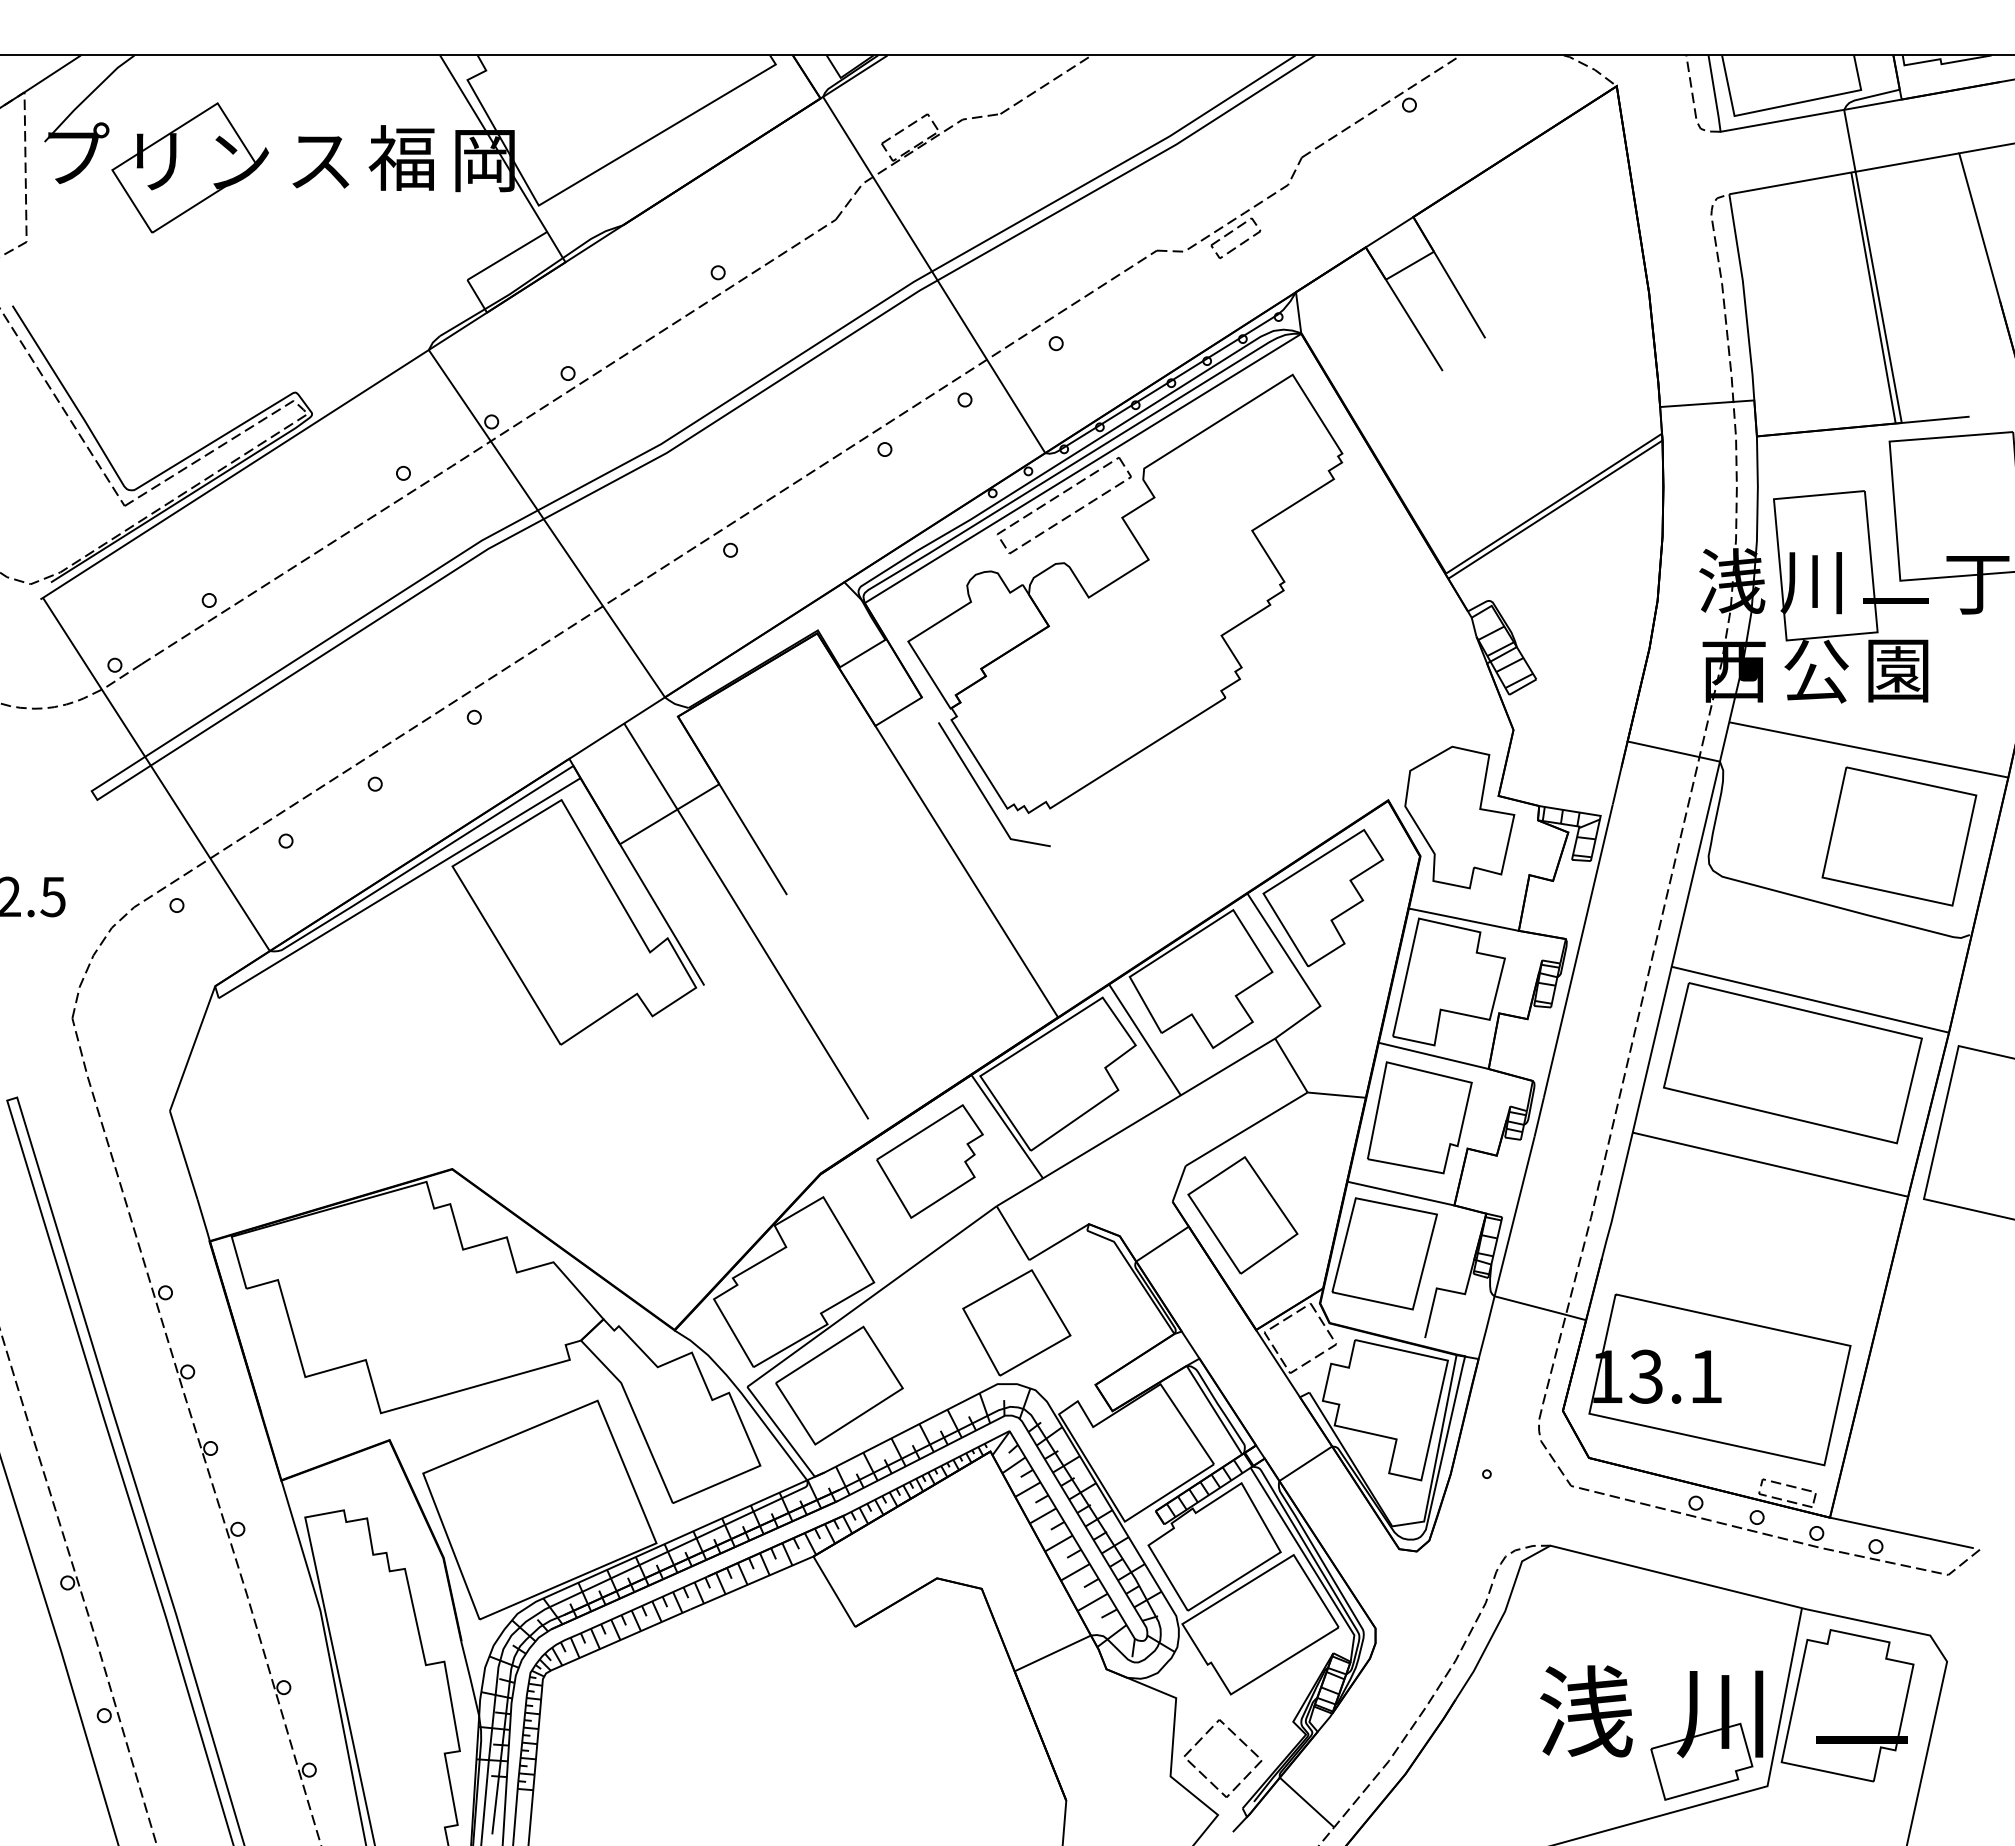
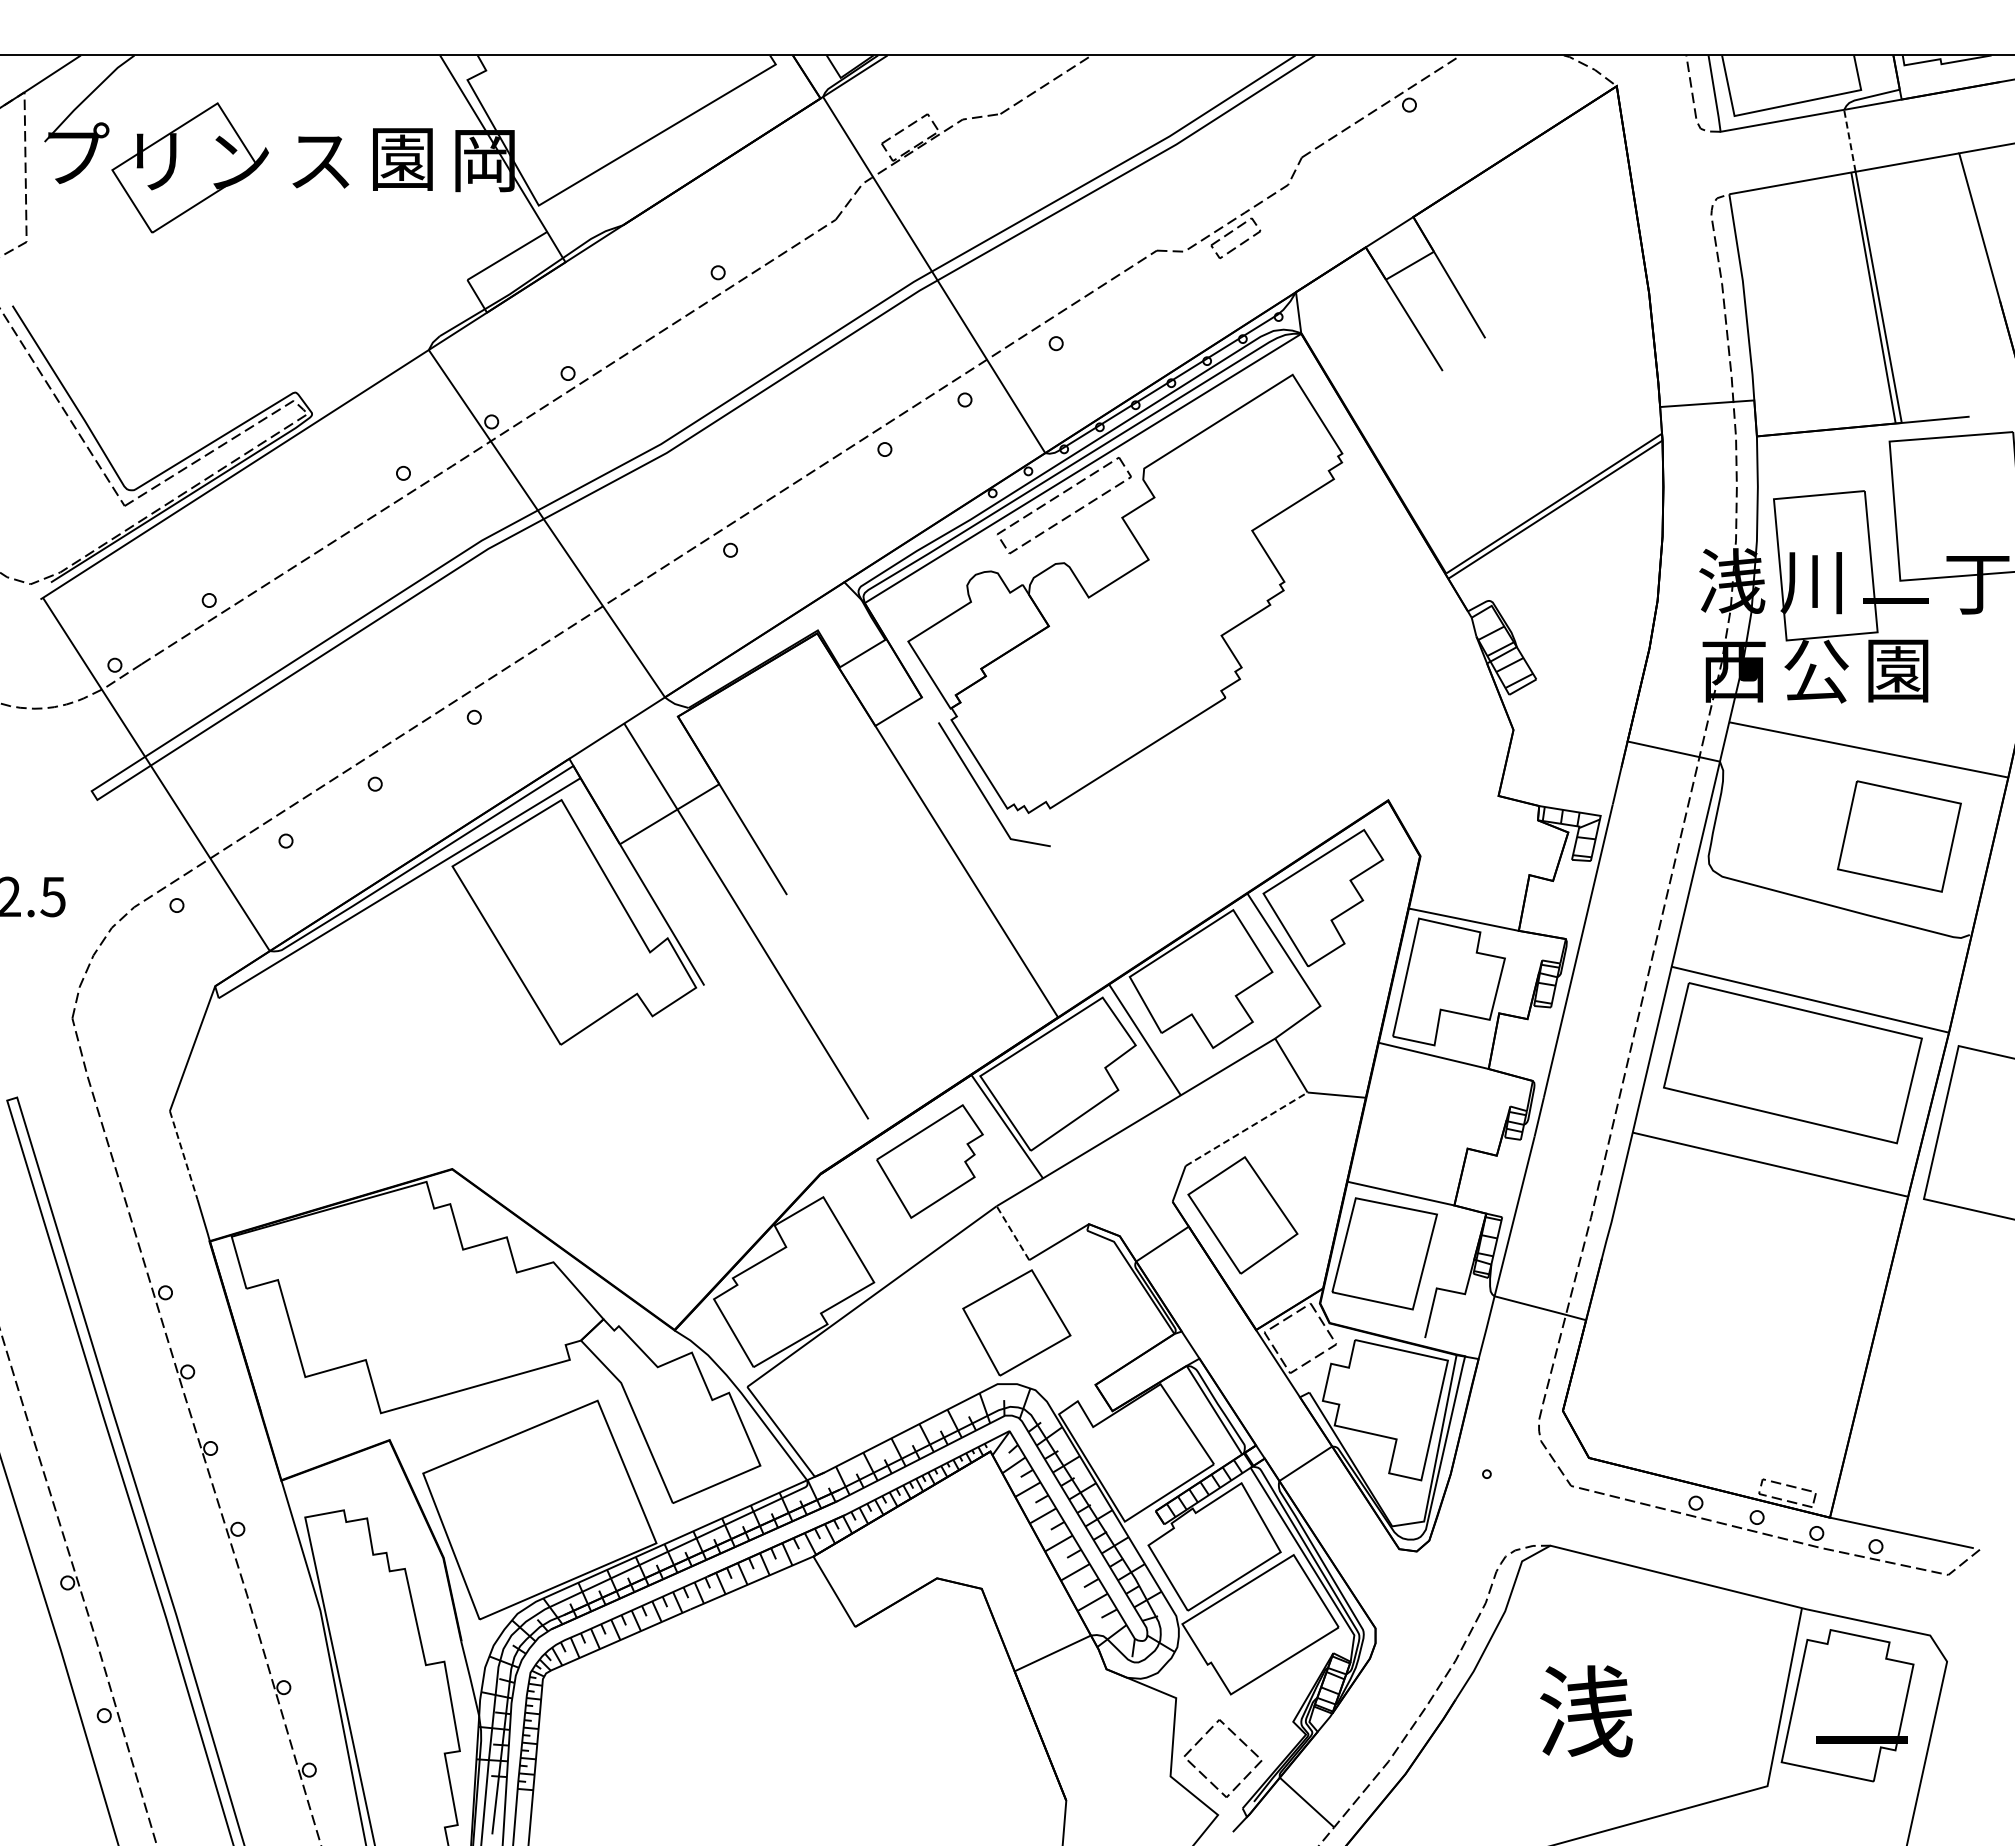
line at (1849, 140): solid -> dashed
text at (401, 157): 福 -> 園
part at (1459, 817): present -> none
part at (1899, 836) size: 157x141 px -> 125x113 px
part at (1419, 1117): present -> none
line at (1247, 1129): solid -> dashed
line at (183, 1155): solid -> dashed
line at (1012, 1233): solid -> dashed
part at (1719, 1379): present -> none
part at (839, 1385): present -> none
part at (1706, 1735): present -> none
